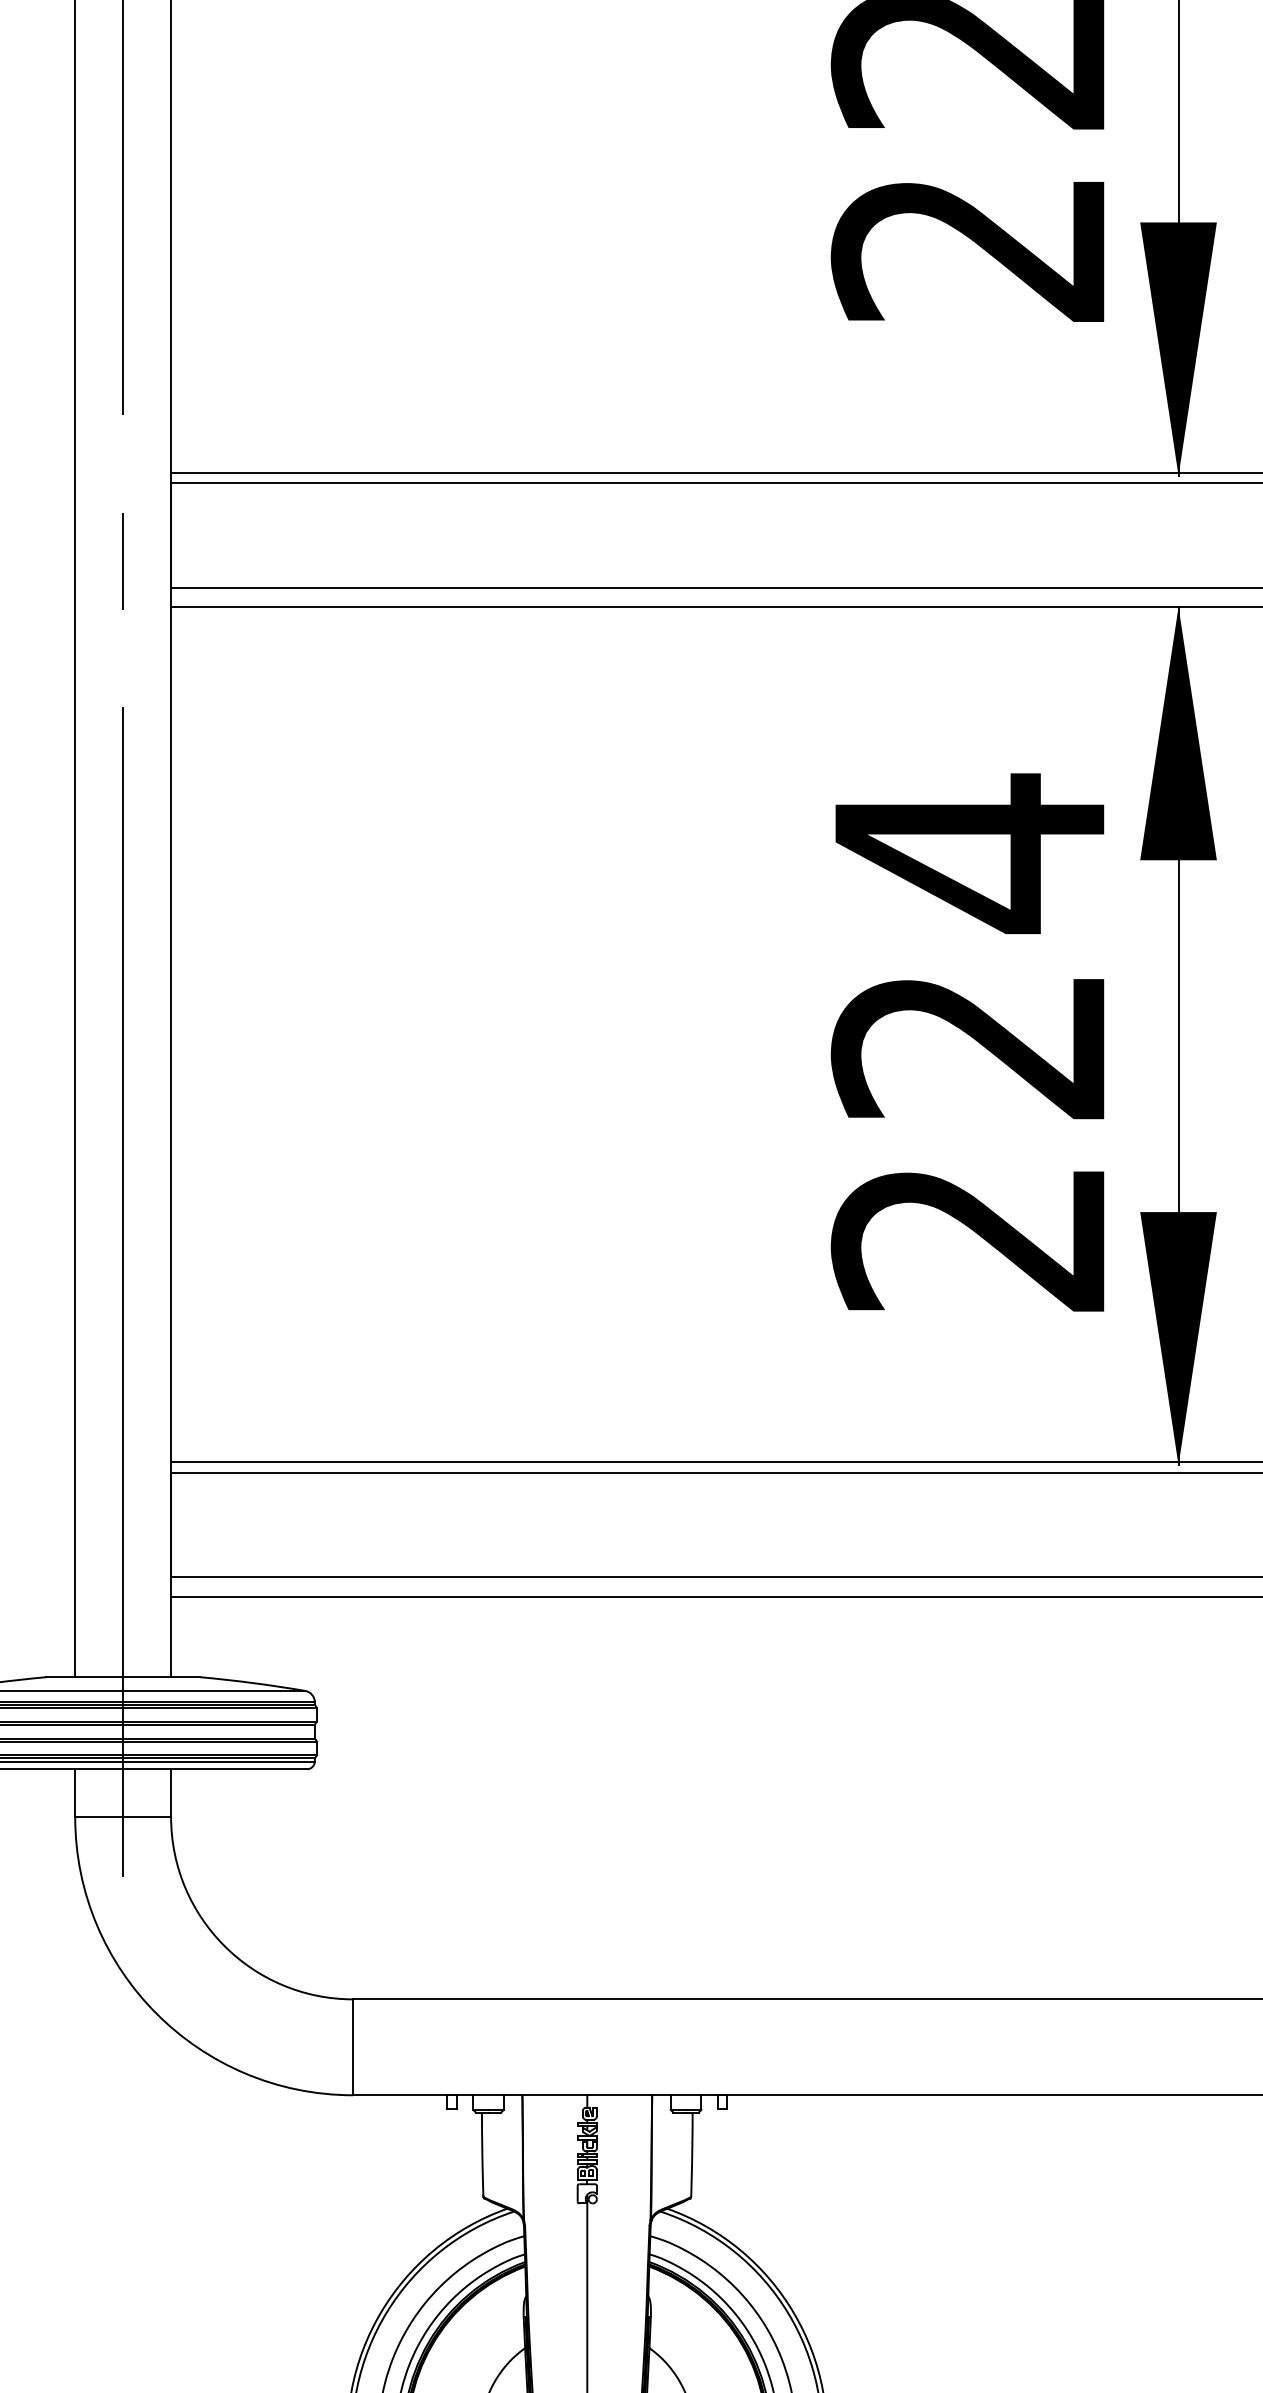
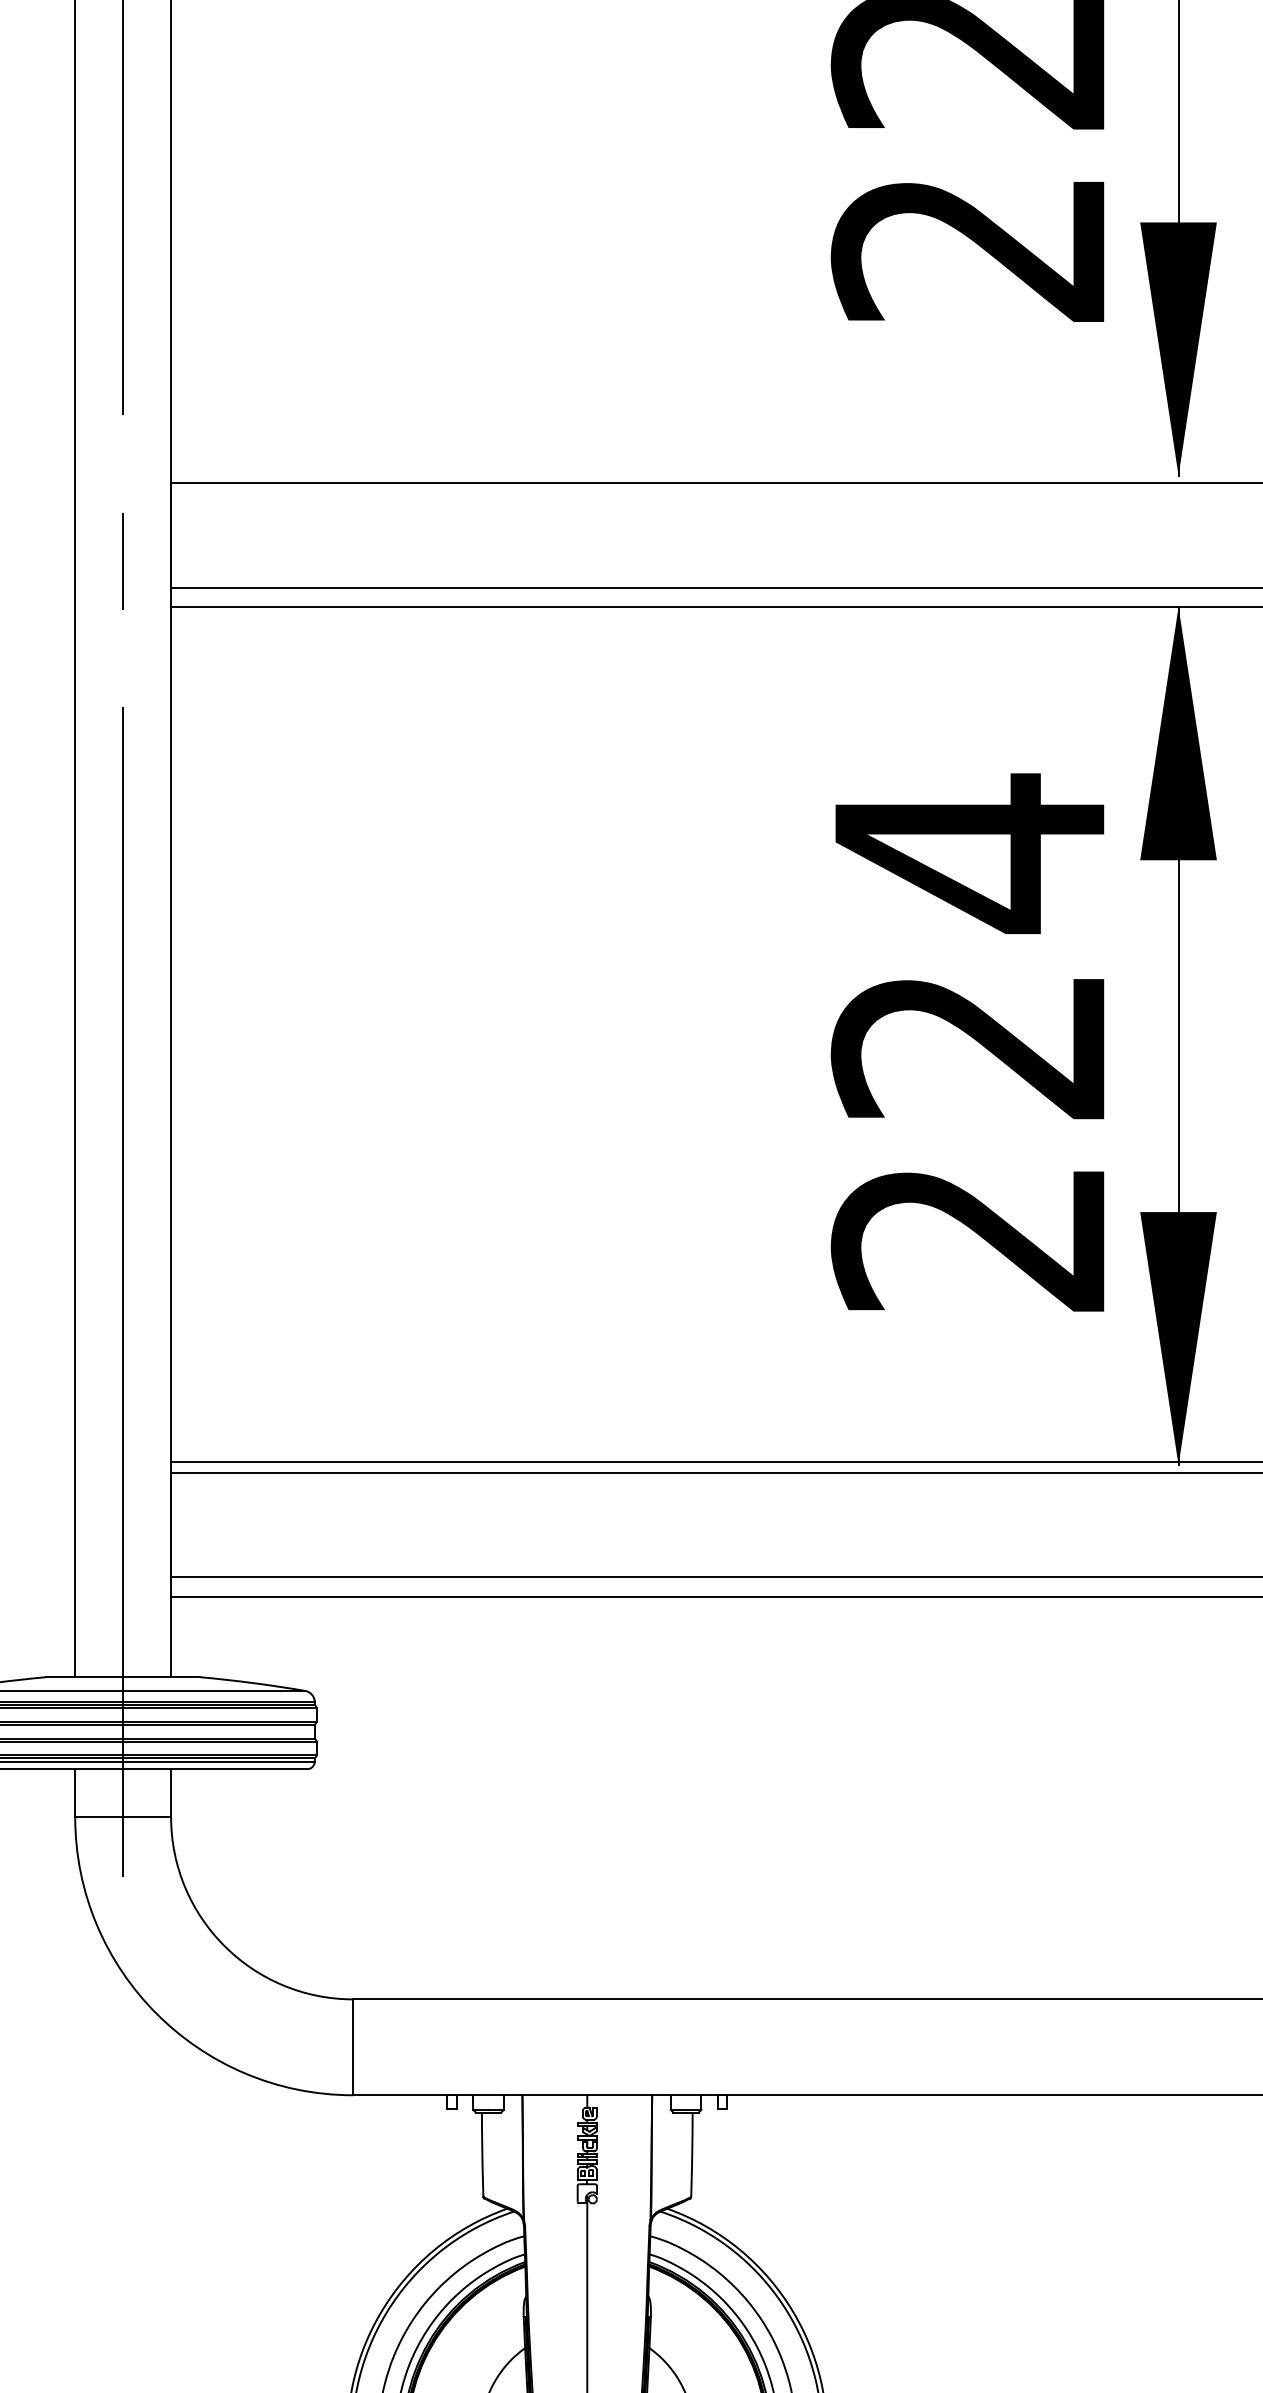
line at (715, 472): present -> none
